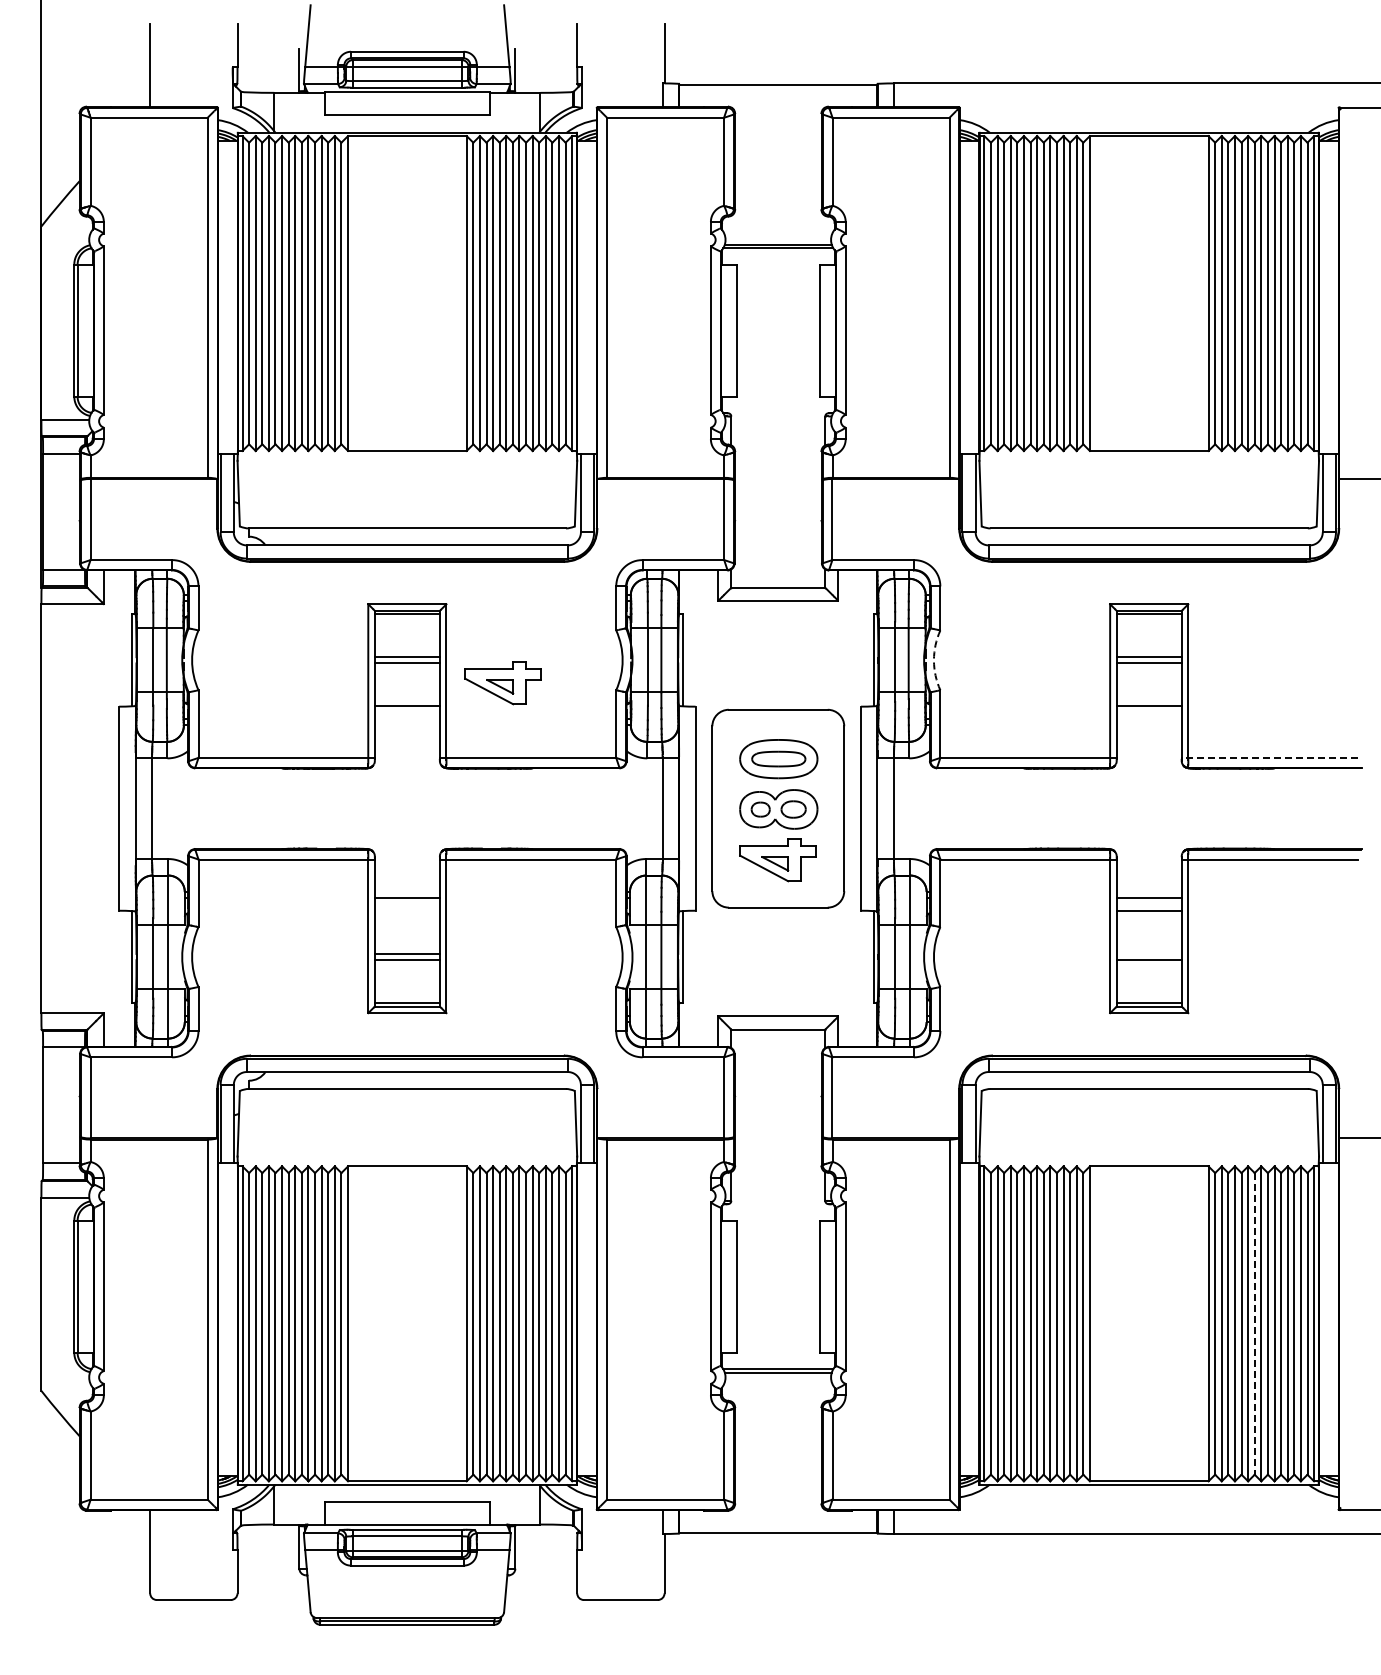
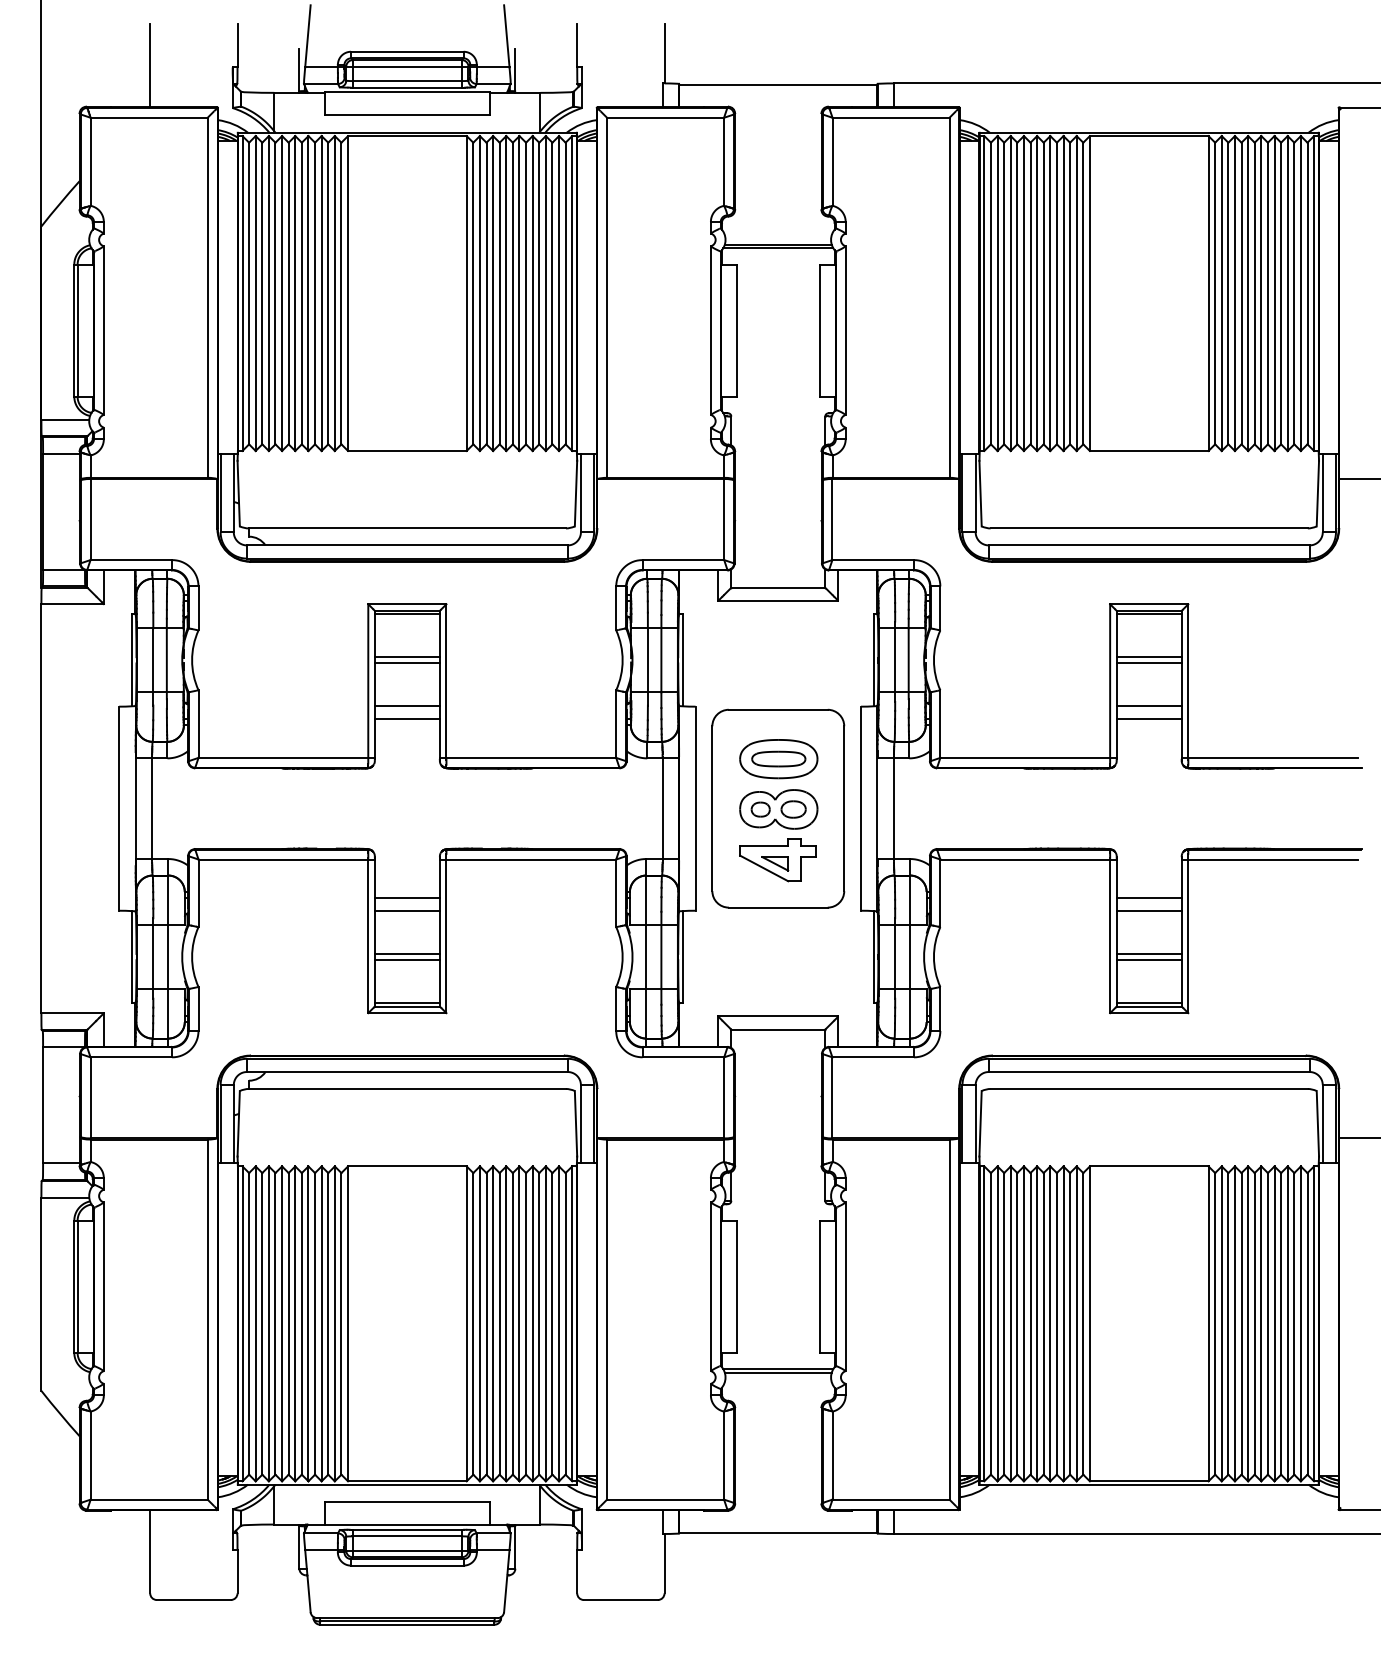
arc at (933, 660): dashed -> solid
part at (502, 683): present -> none
line at (406, 719): none -> present
line at (1148, 719): none -> present
line at (1269, 757): dashed -> solid
line at (406, 911): none -> present
line at (1148, 953): none -> present
line at (1254, 1323): dashed -> solid
